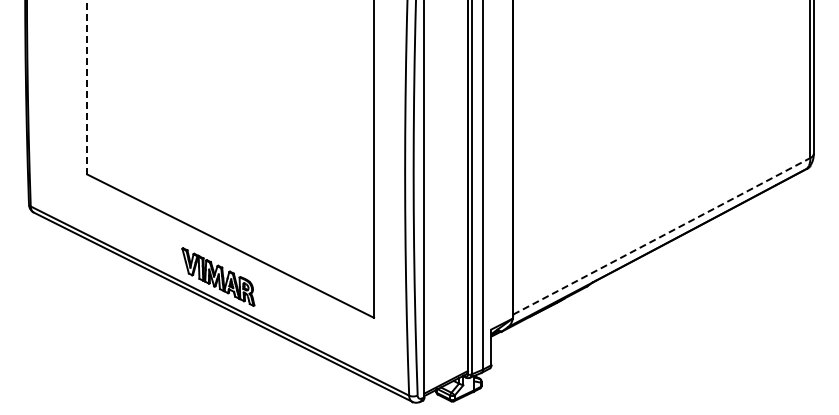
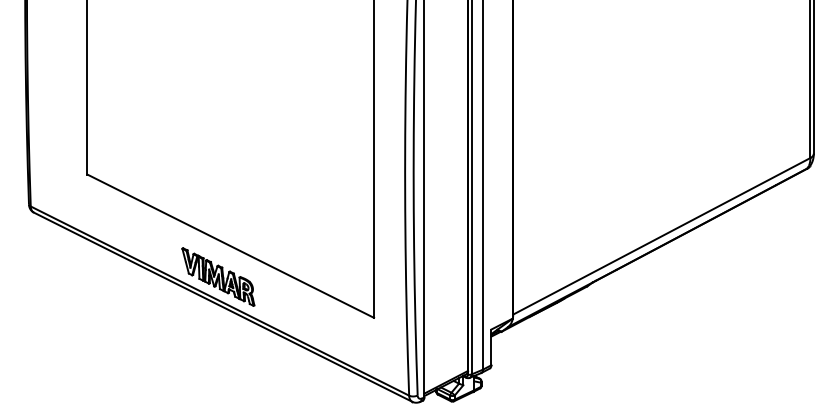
line at (87, 87): dashed -> solid
line at (661, 236): dashed -> solid
